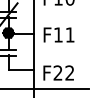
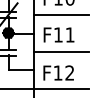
line at (60, 15): none -> present
line at (60, 52): none -> present
text at (57, 72): F22 -> F12
